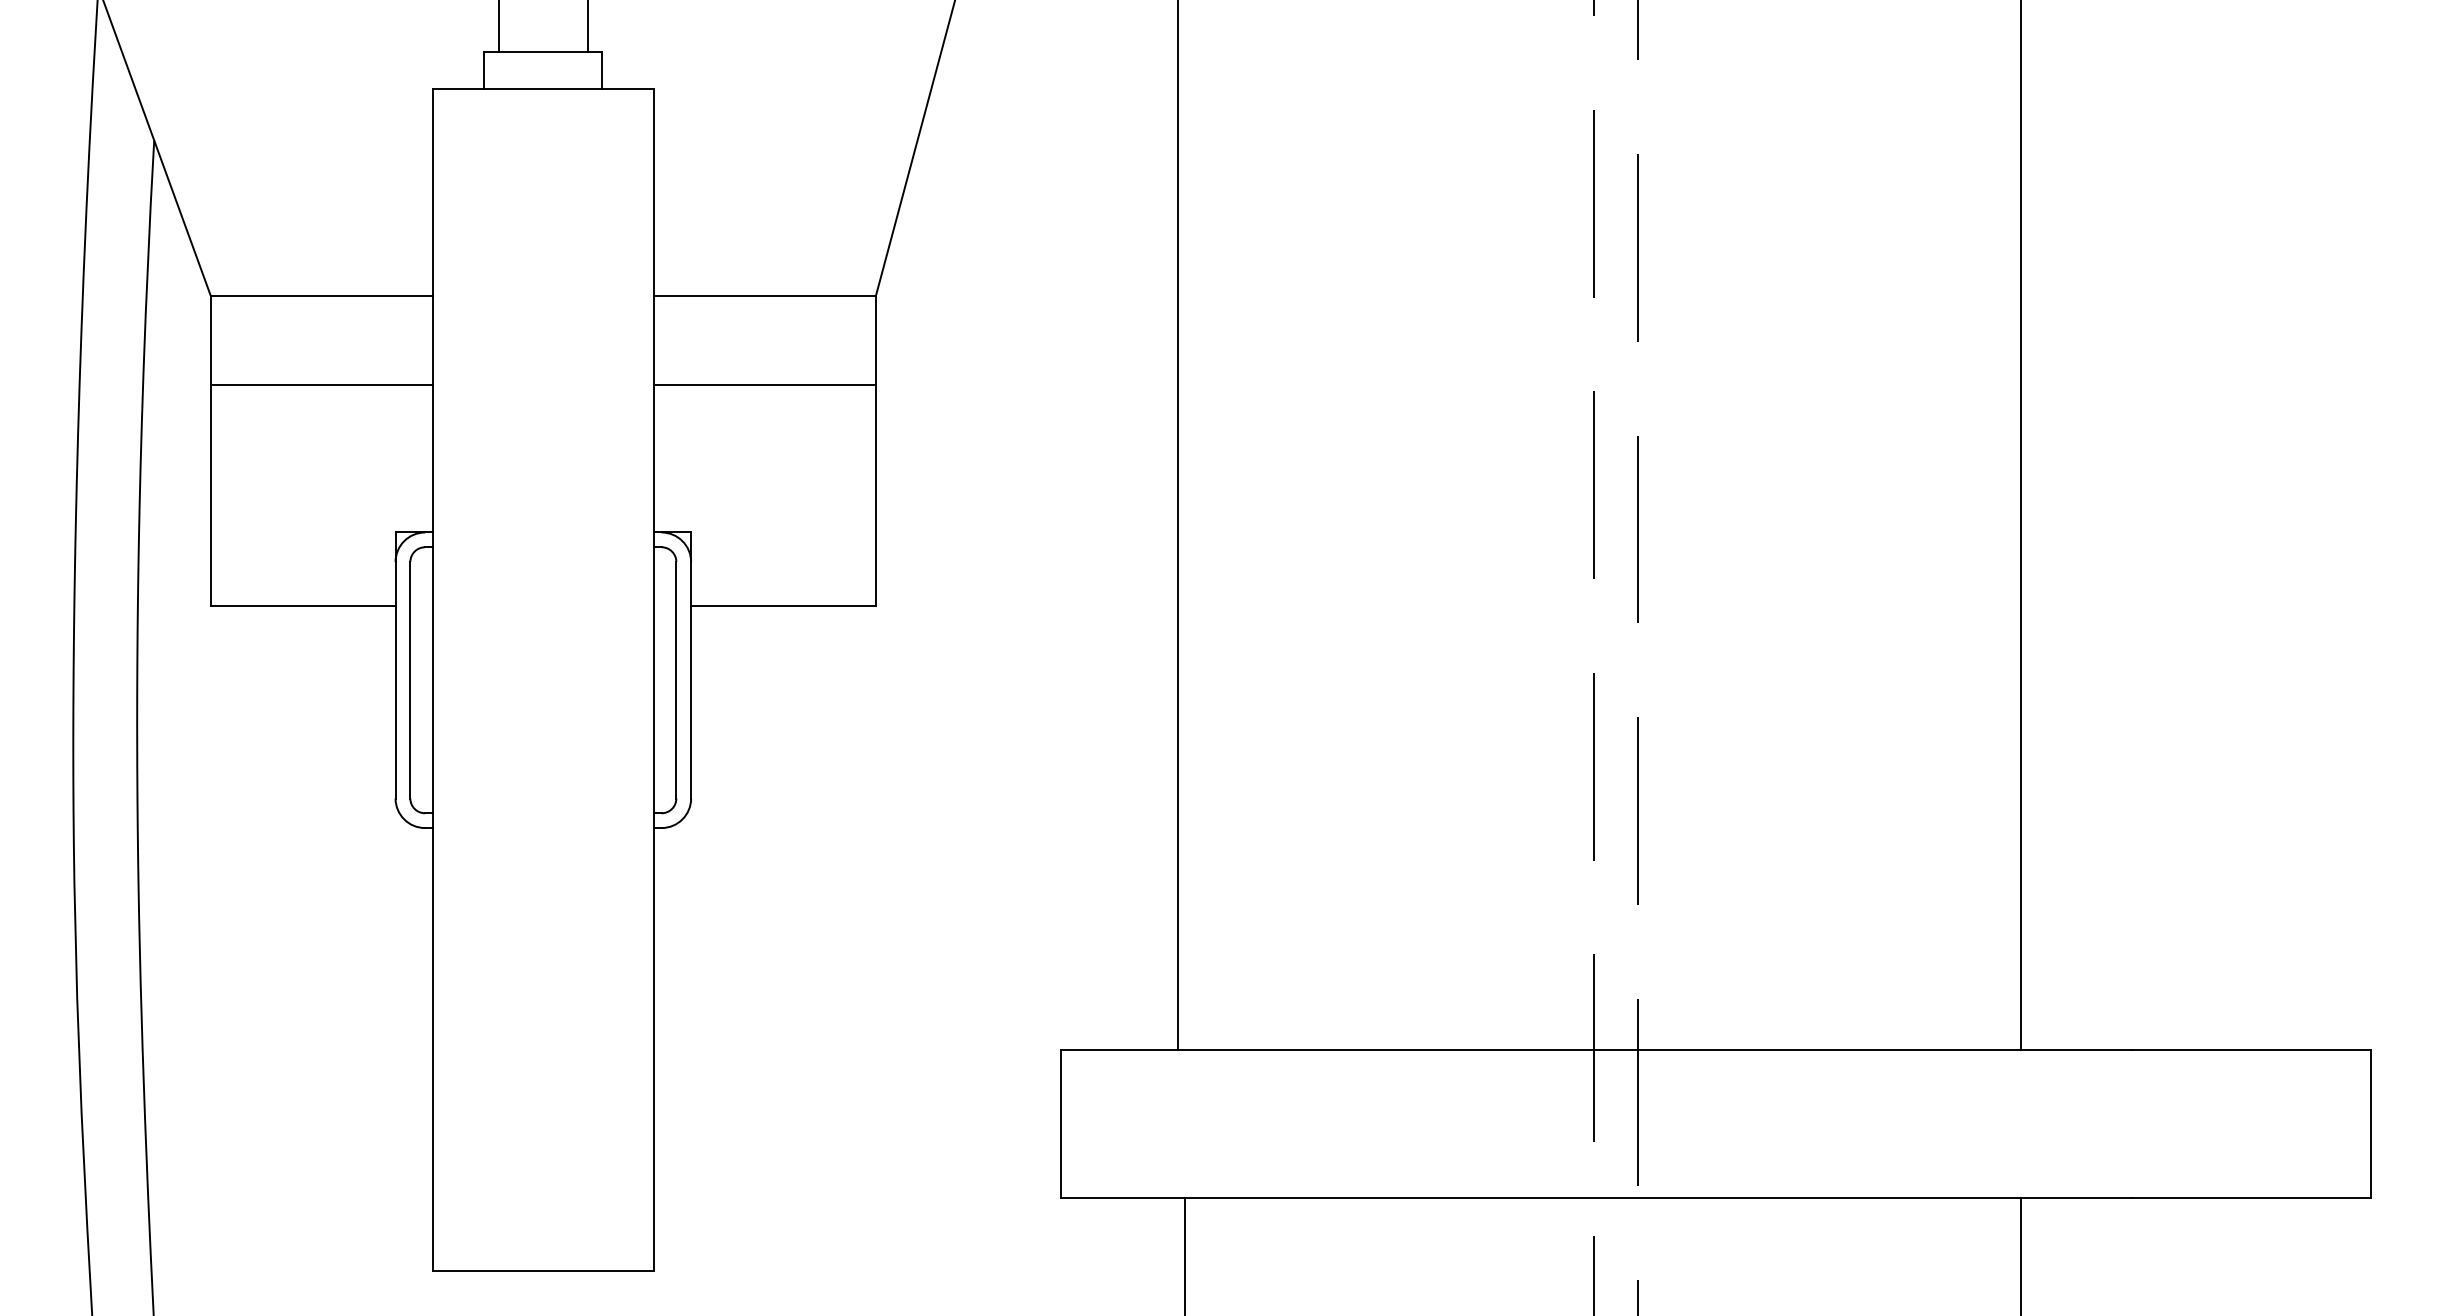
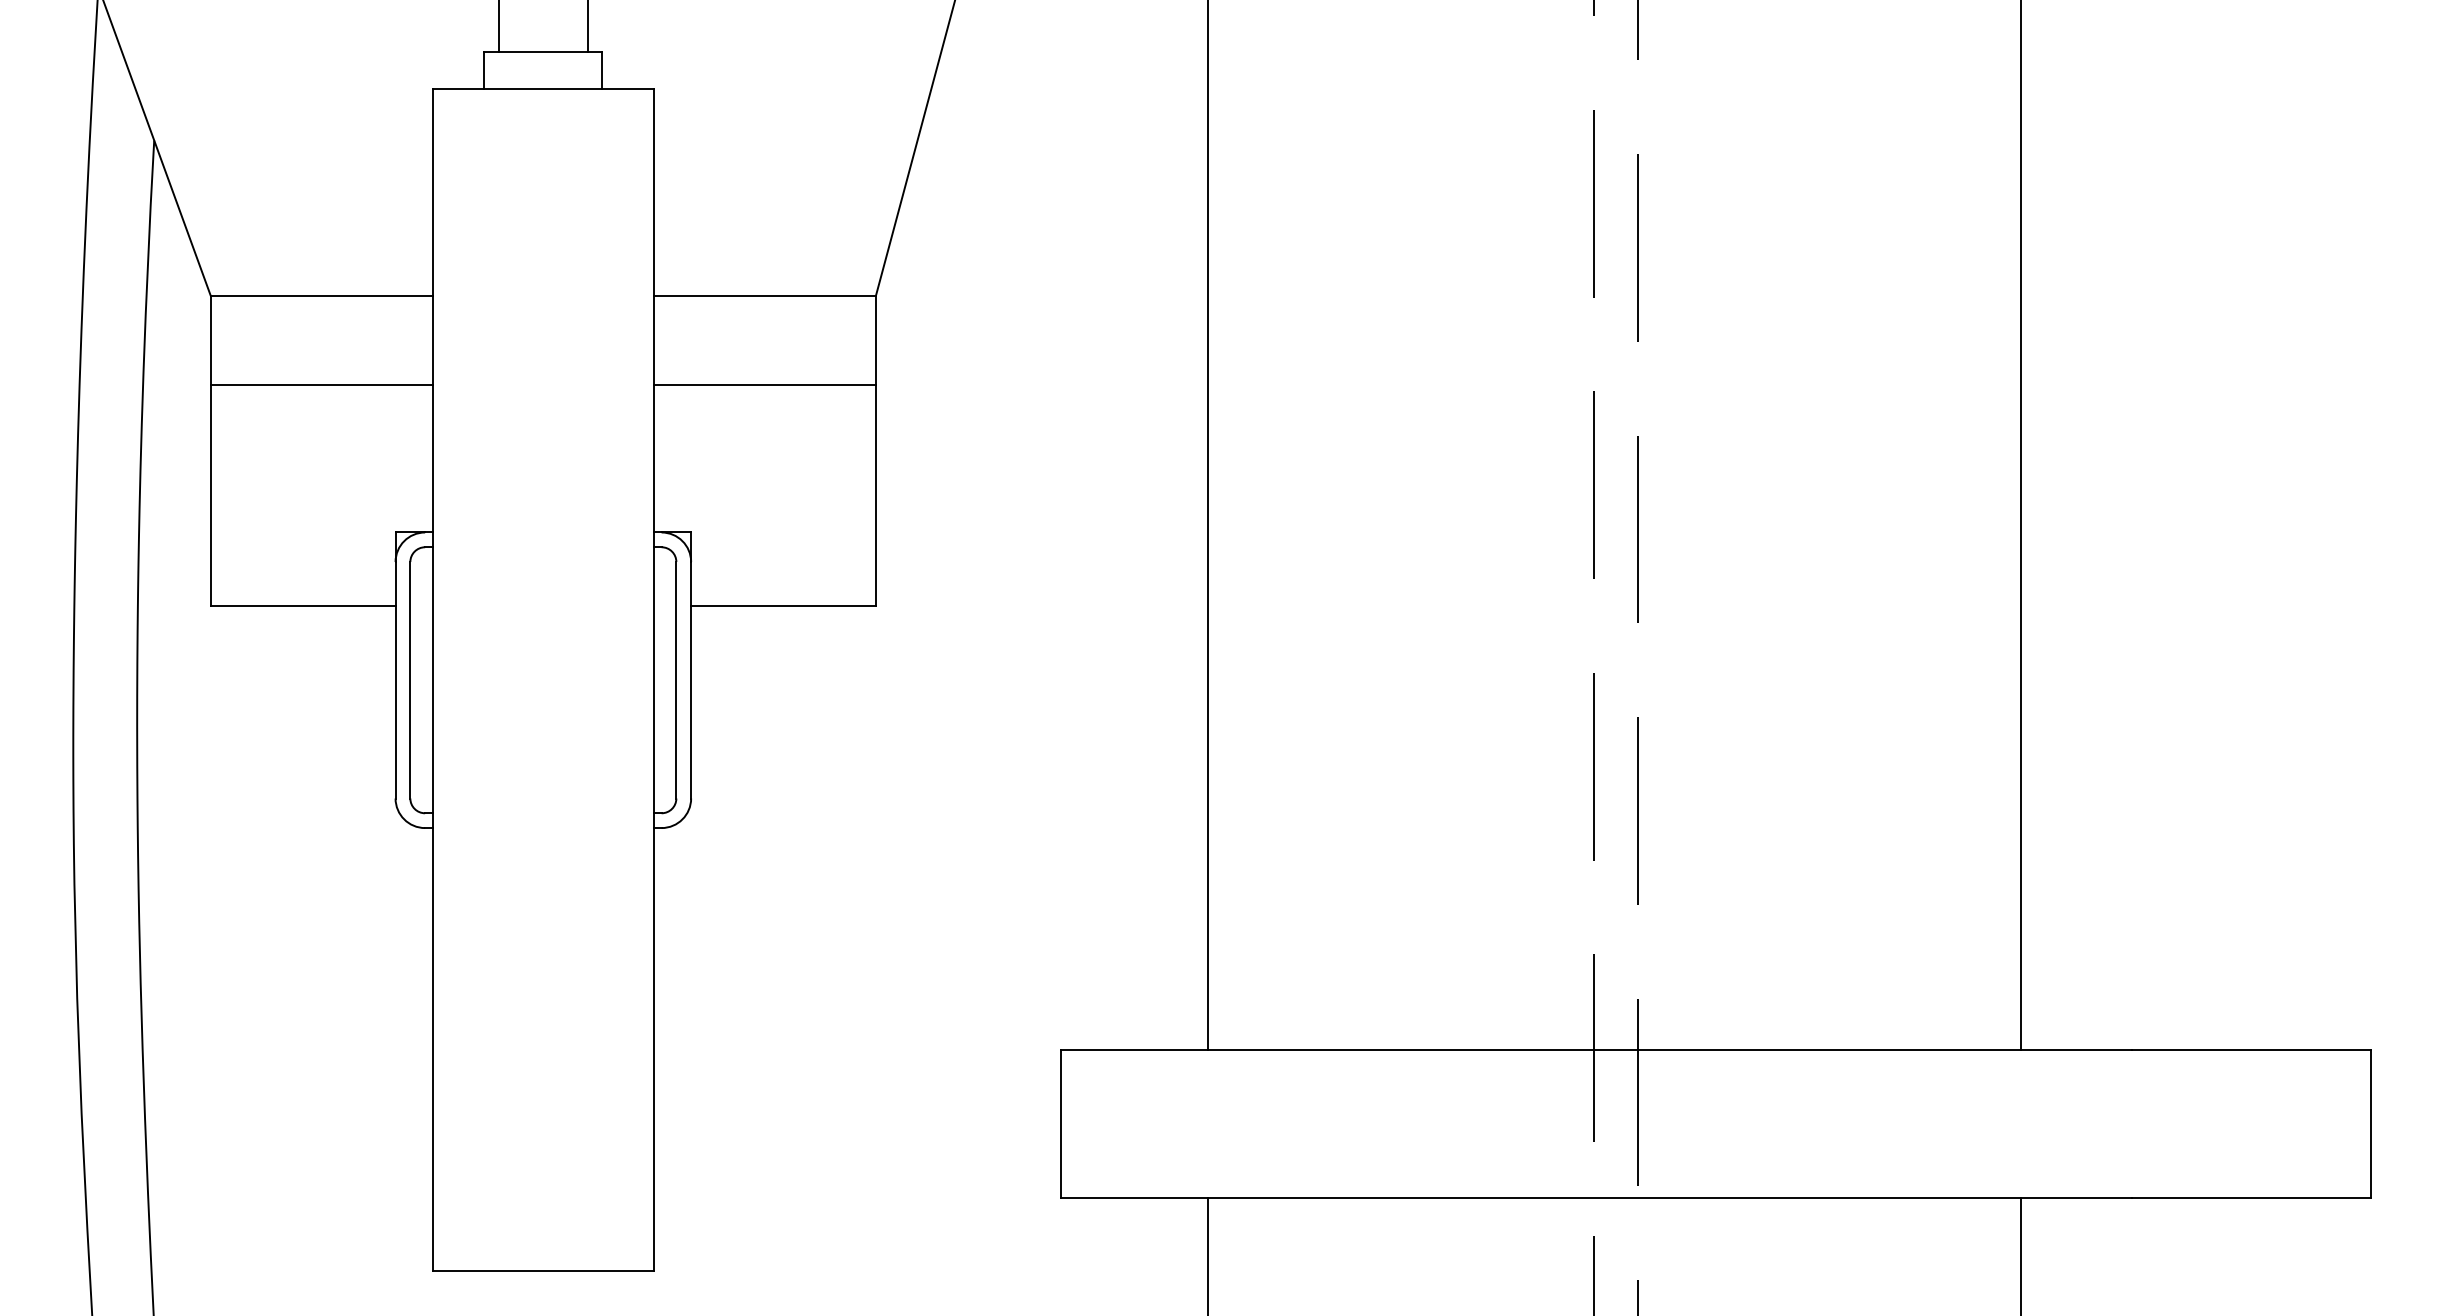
line at (1178, 525) position: (1178, 525) -> (1208, 525)
line at (1185, 1254) position: (1185, 1254) -> (1208, 1254)
